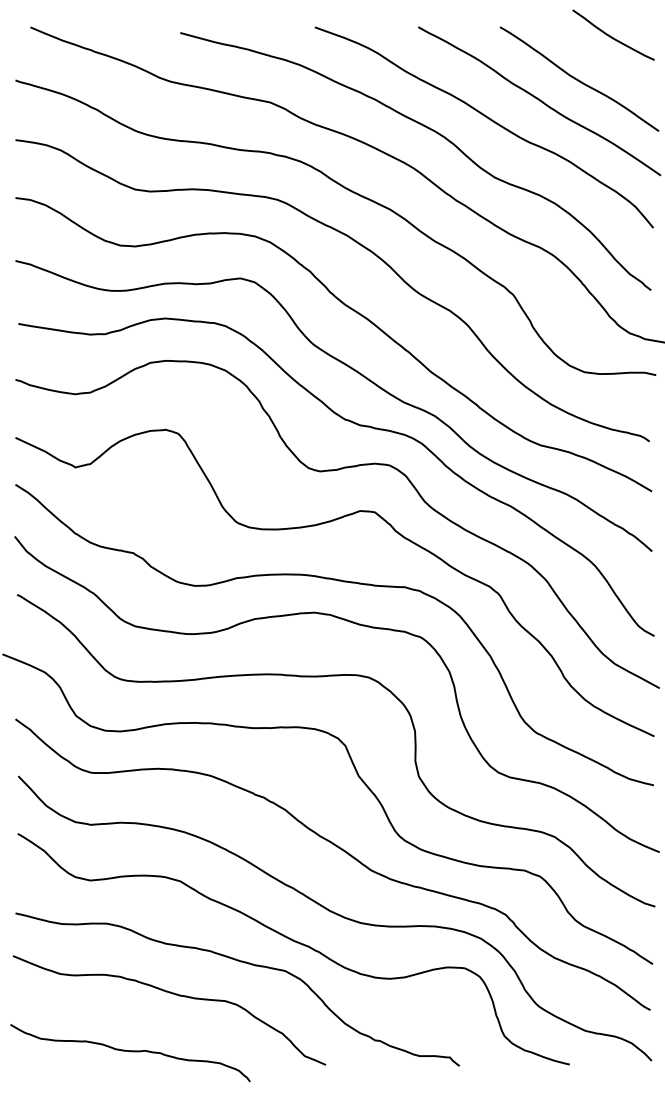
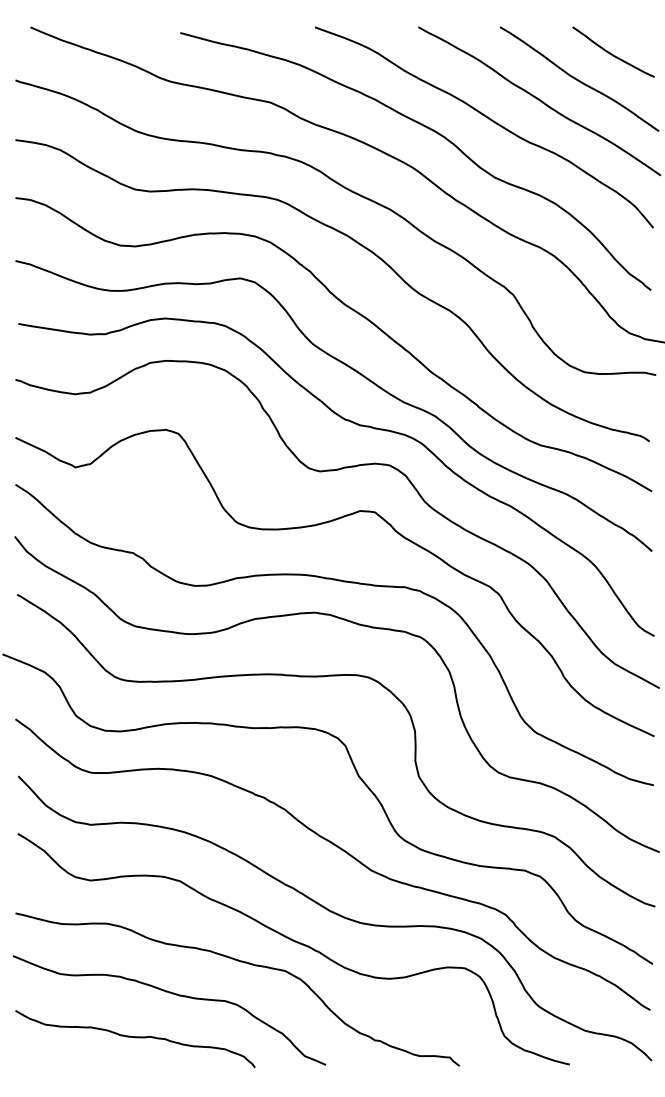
curve at (612, 36) position: (612, 36) -> (612, 53)
curve at (130, 1052) position: (130, 1052) -> (135, 1038)
